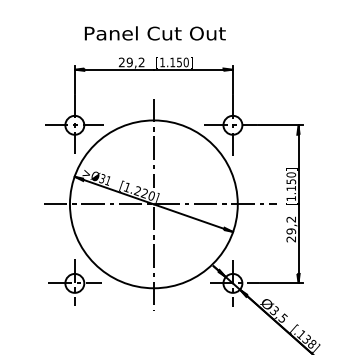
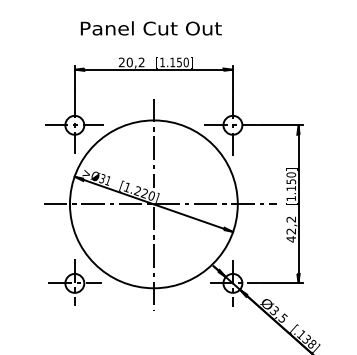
text at (154, 33) position: (154, 33) -> (150, 28)
text at (129, 62): 29,2 -> 20,2
text at (291, 235): 29,2 -> 42,2
